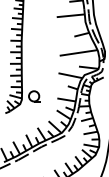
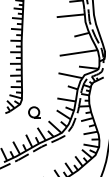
part at (34, 96) position: (34, 96) -> (34, 112)
